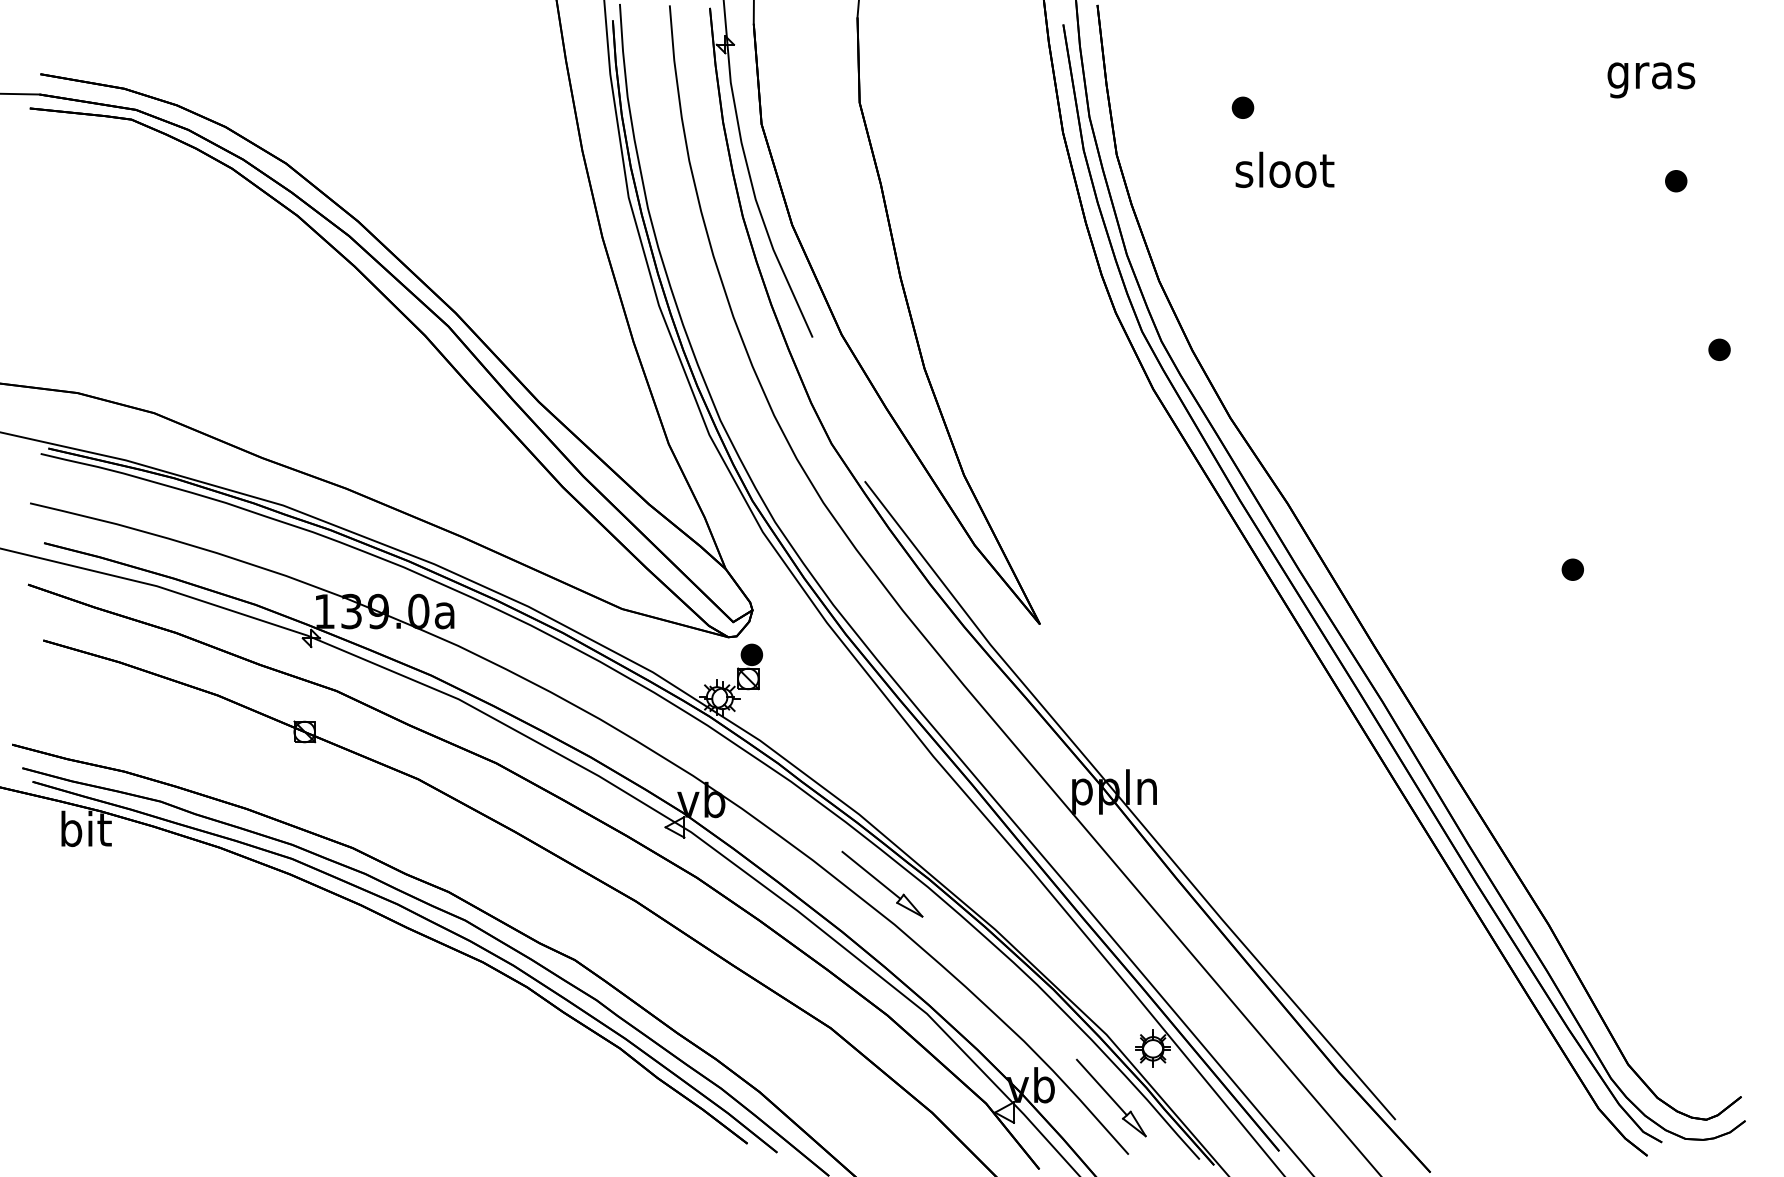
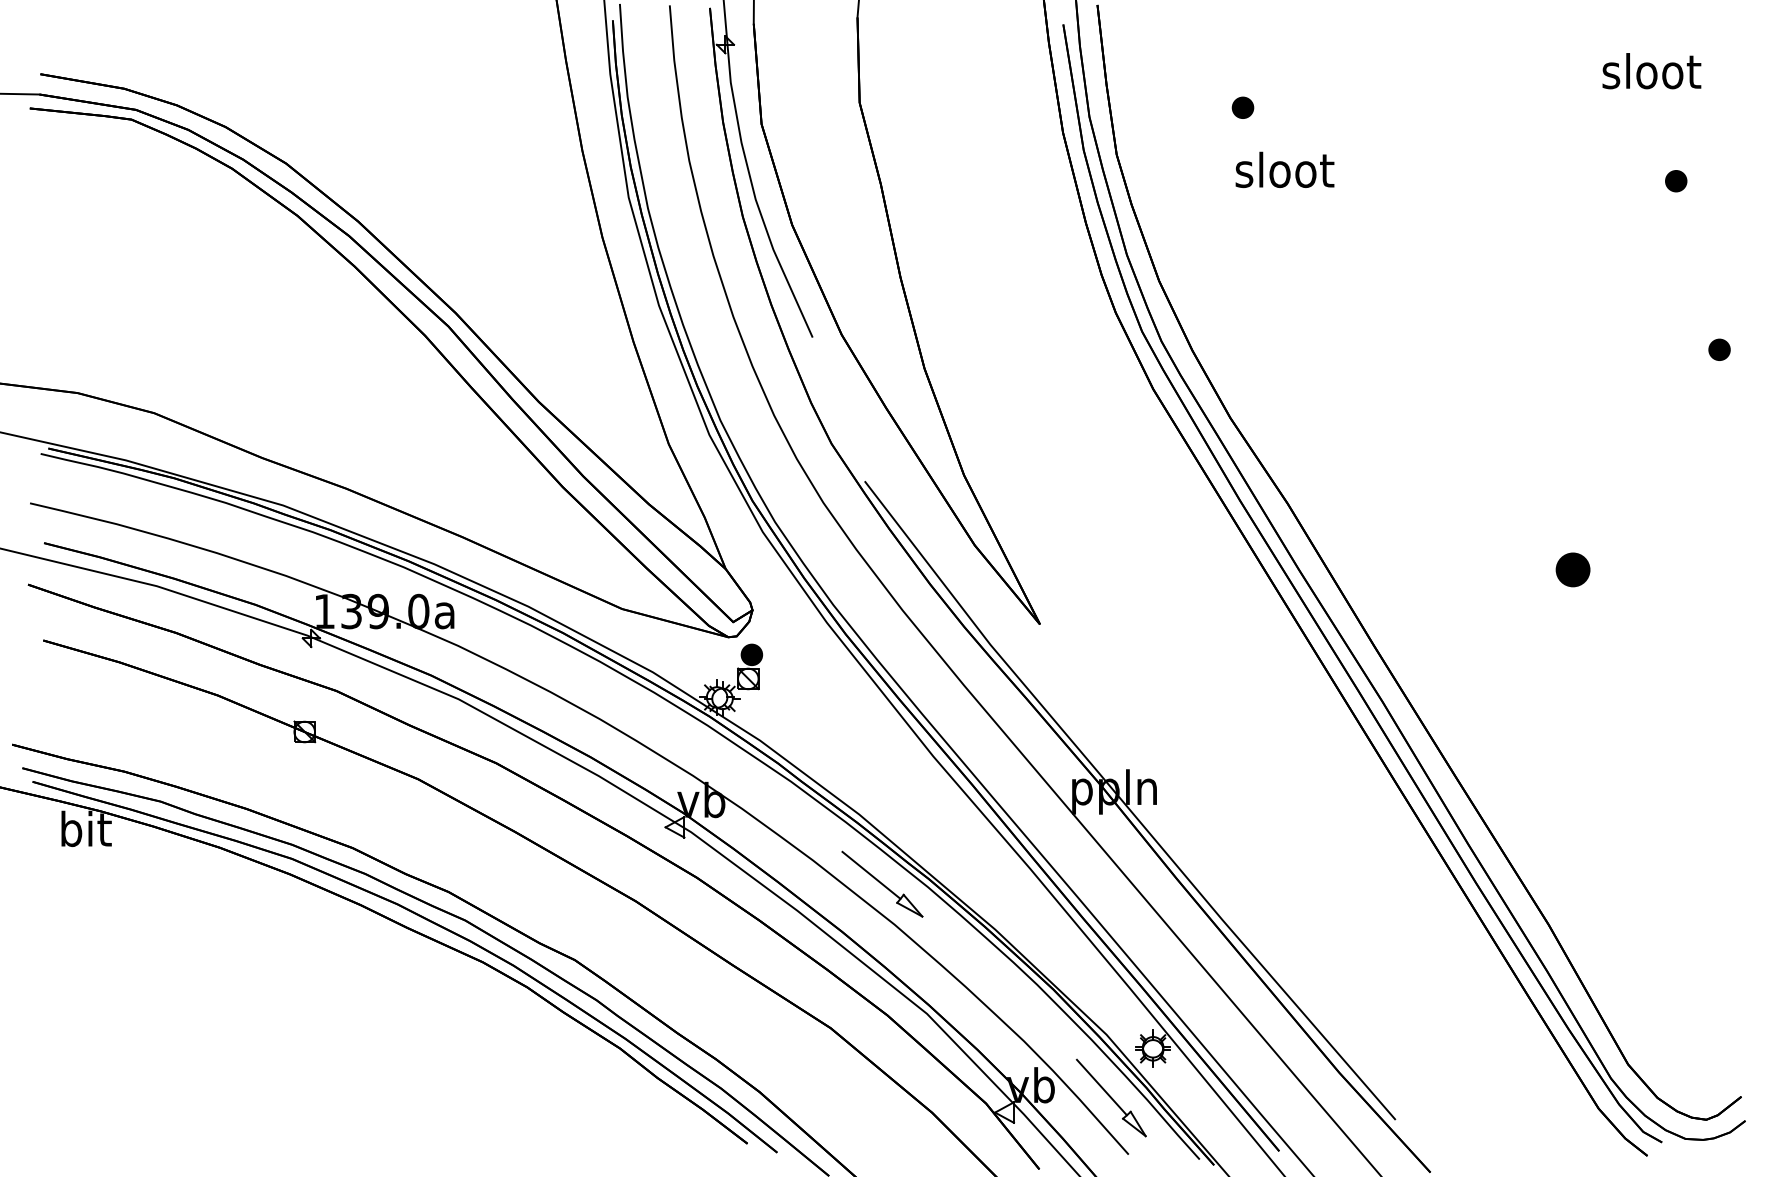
text at (1651, 75): gras -> sloot
part at (1572, 569) size: 23x23 px -> 36x36 px
